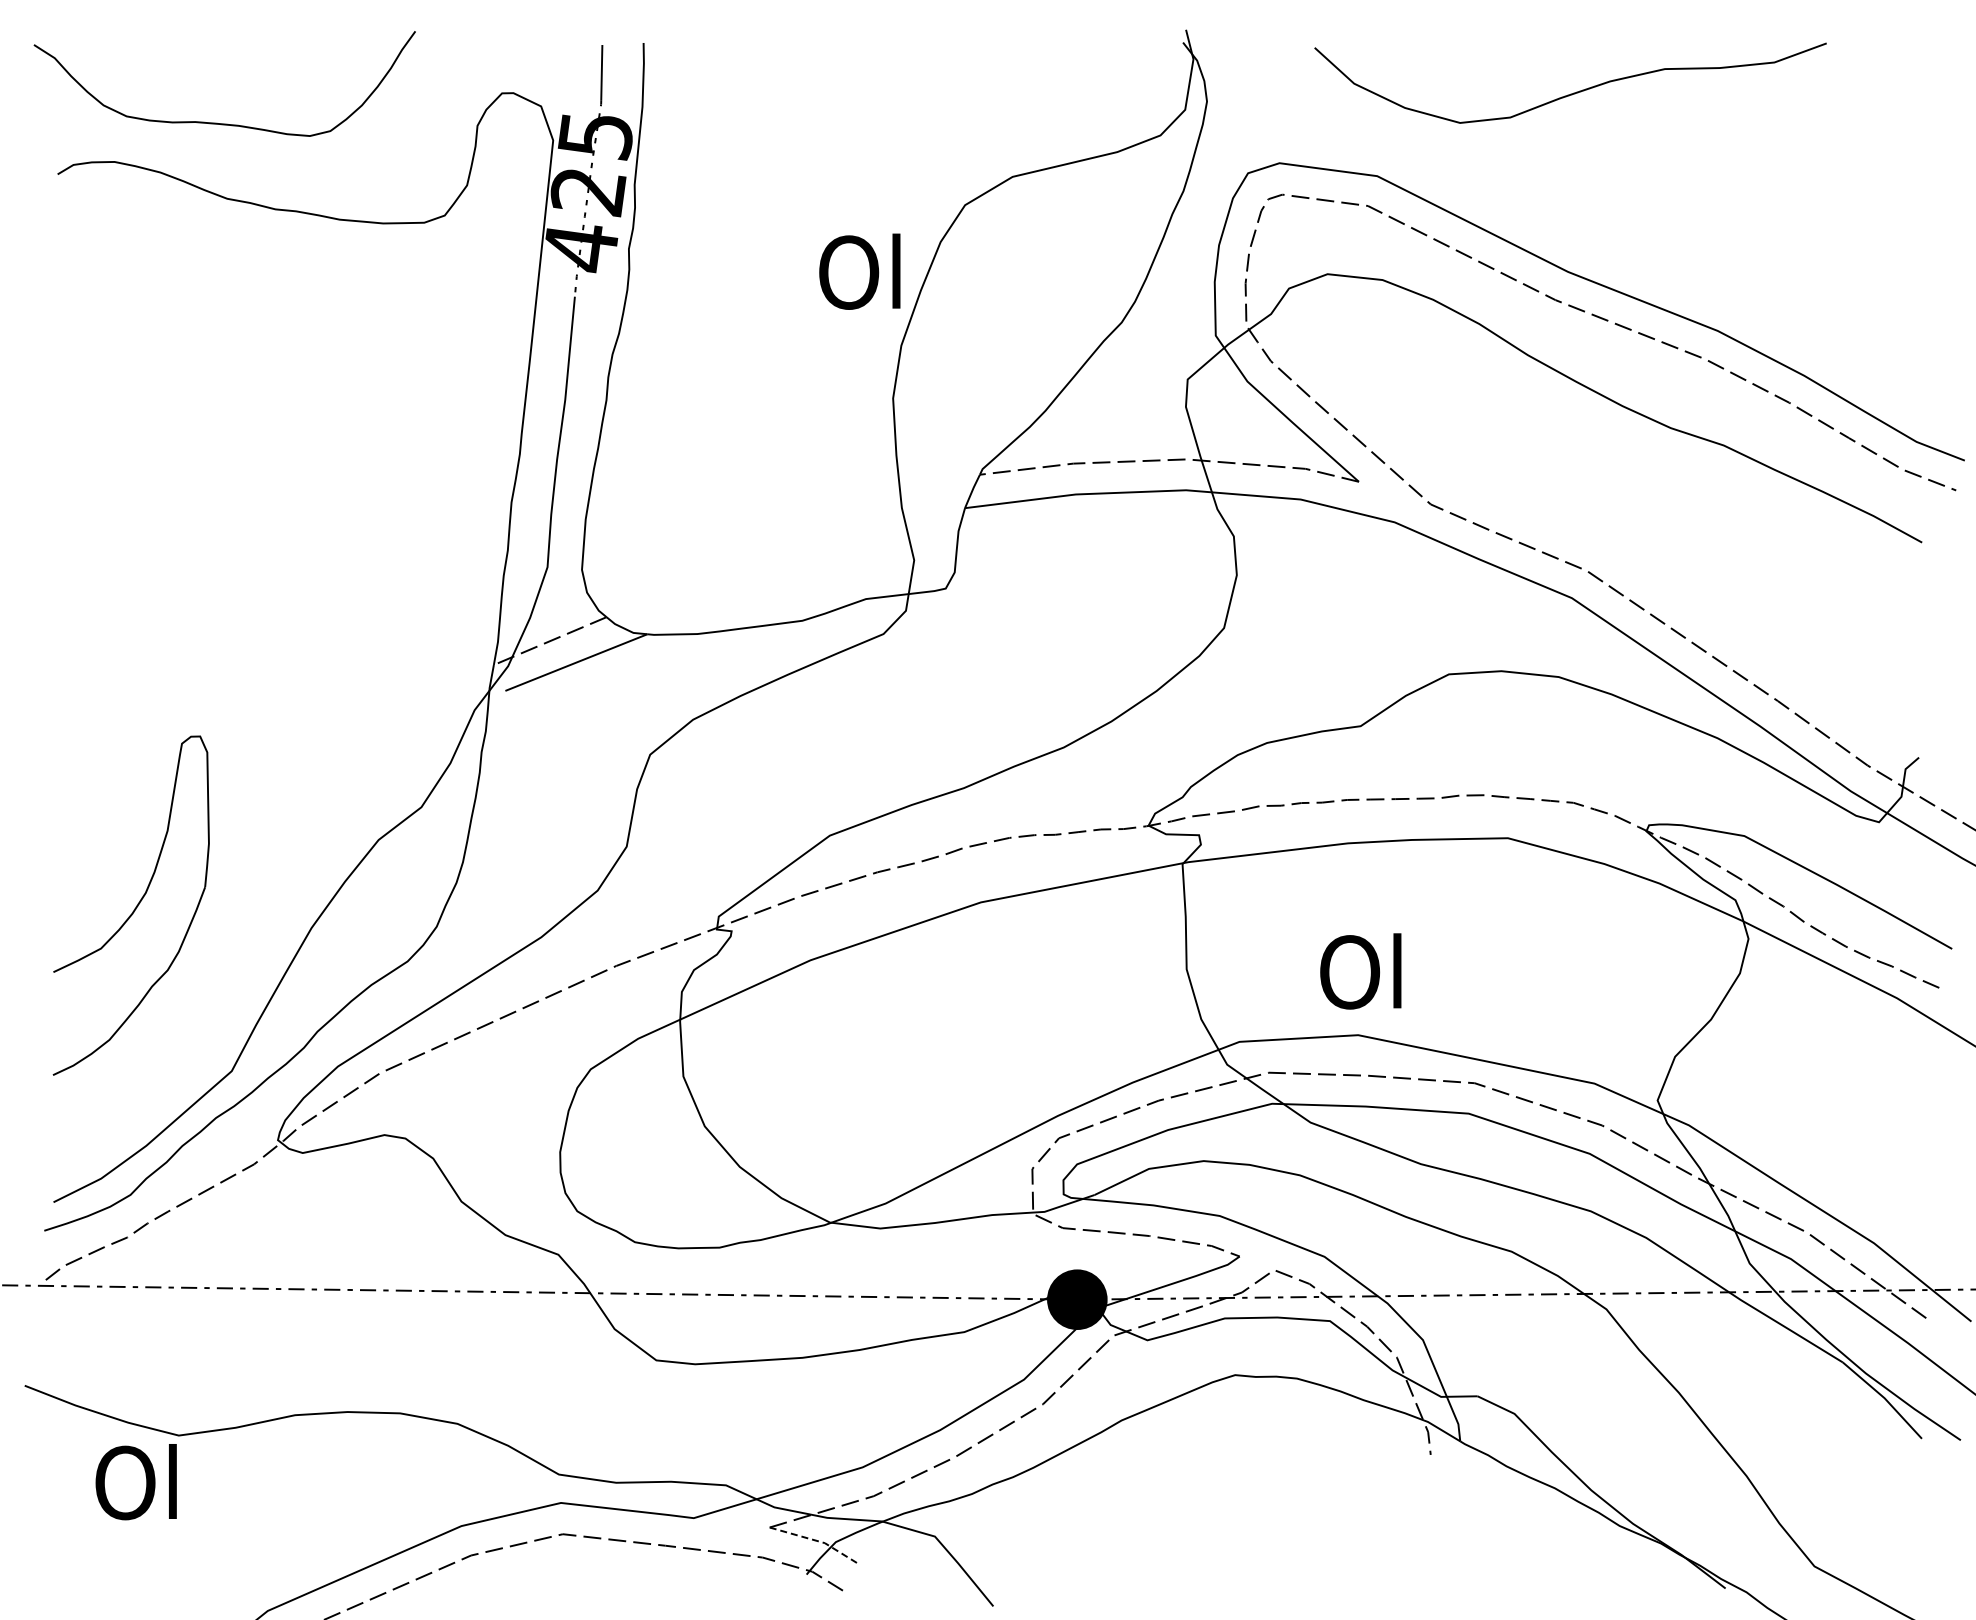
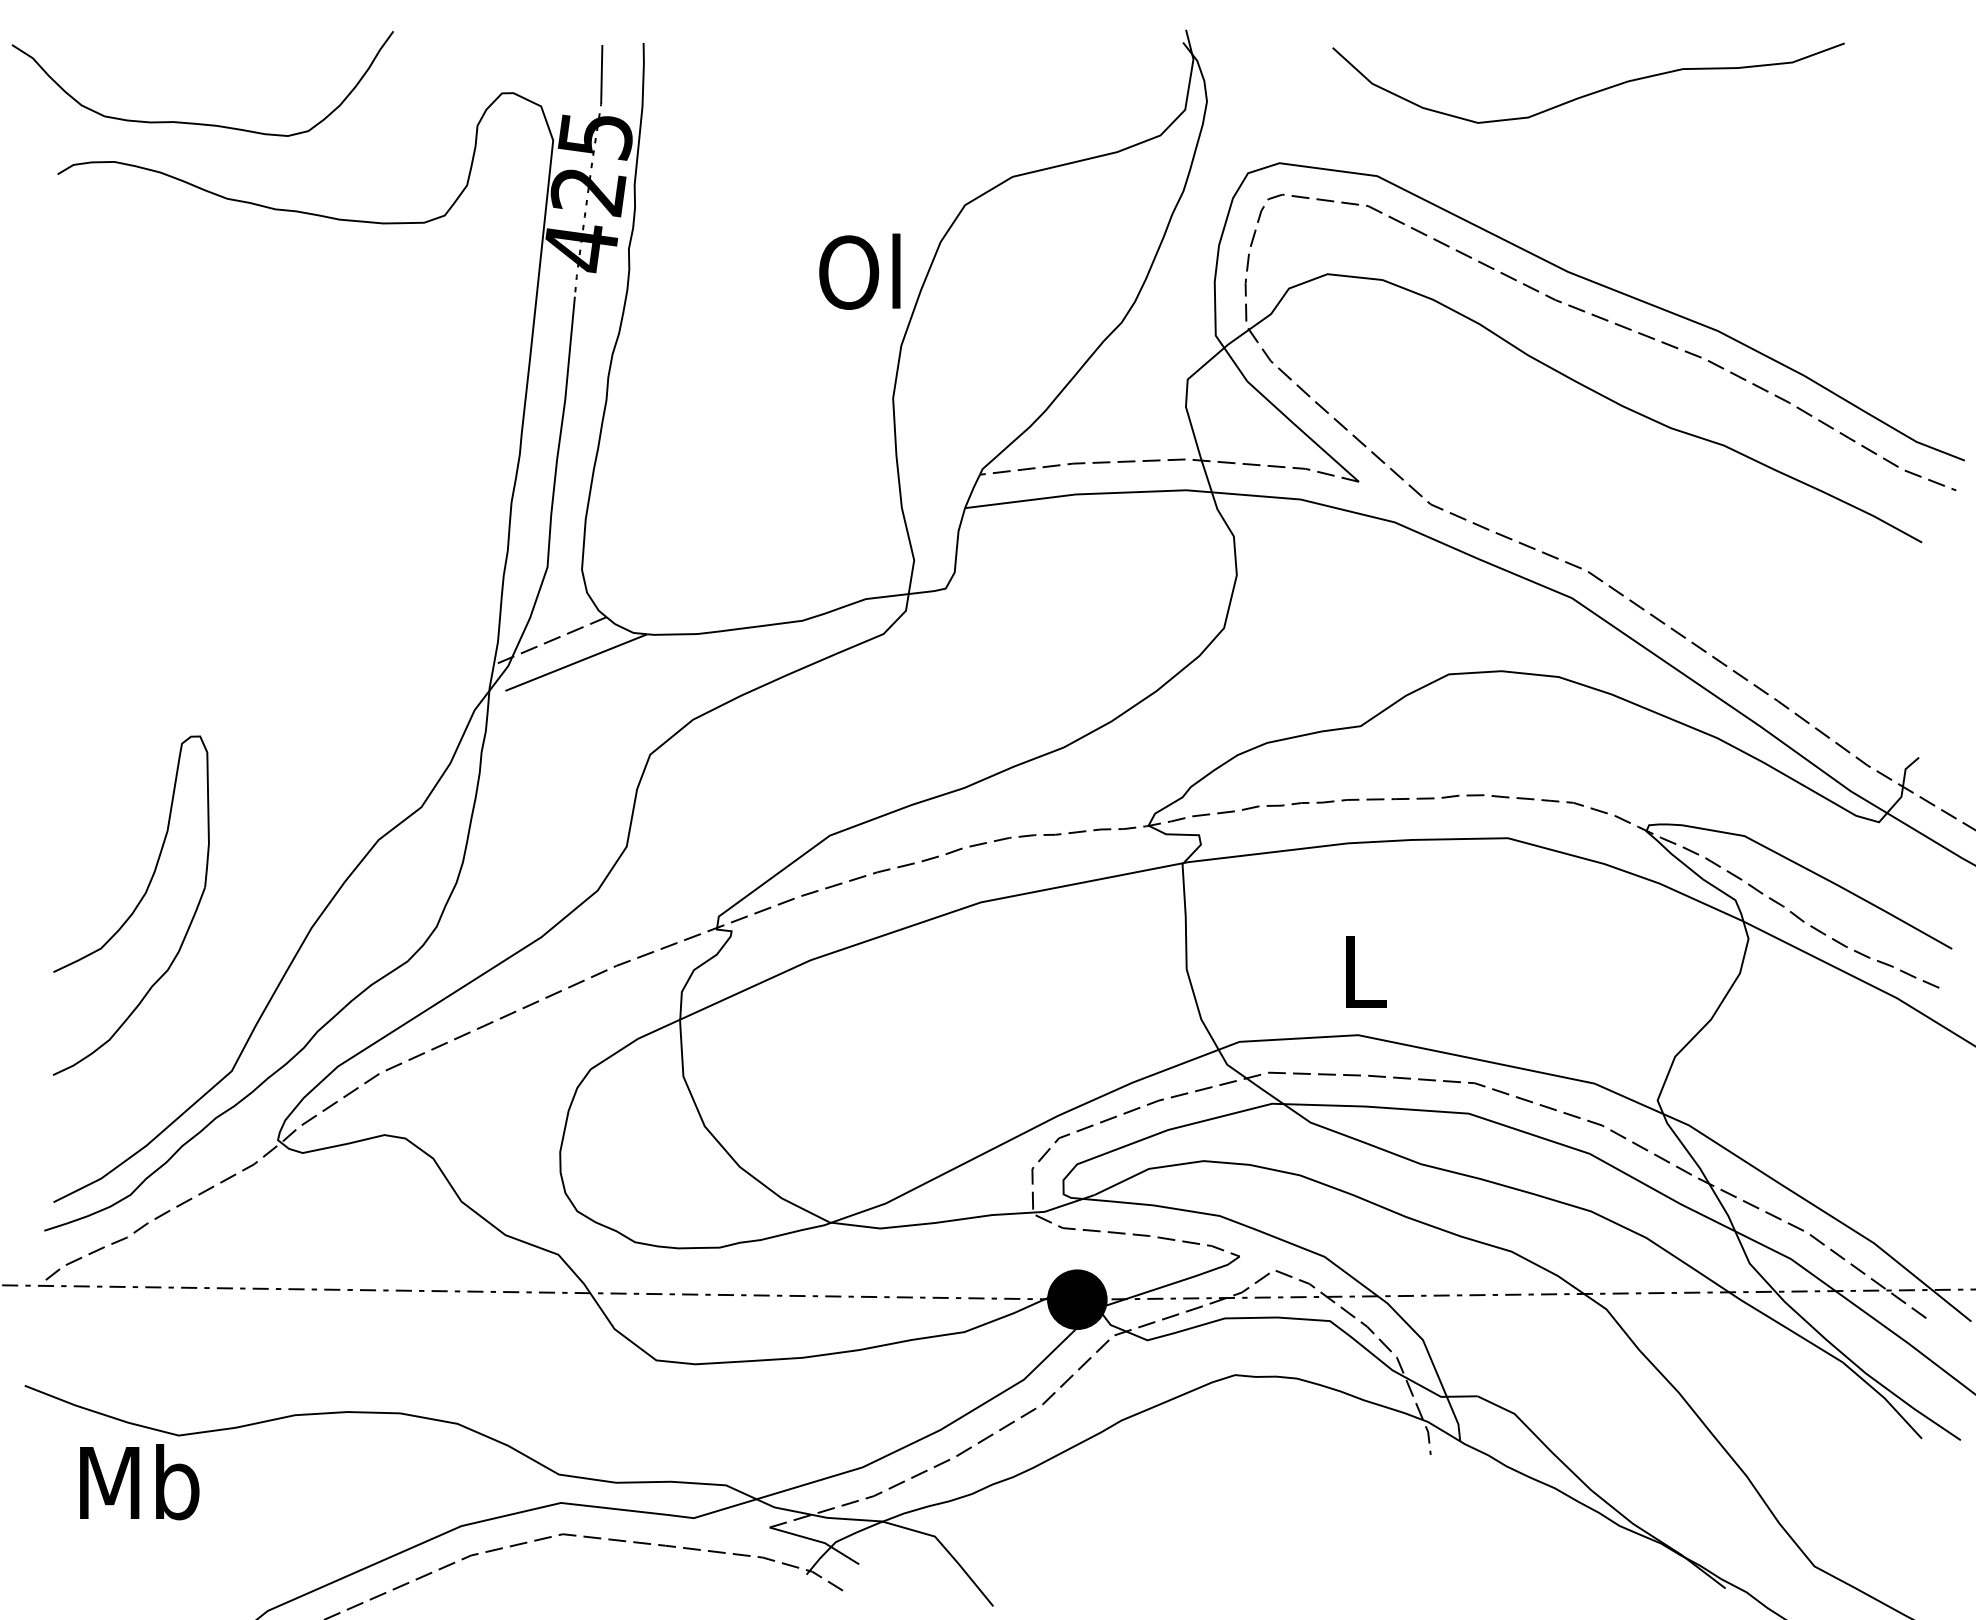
curve at (1573, 92) position: (1573, 92) -> (1591, 92)
curve at (217, 122) position: (217, 122) -> (195, 122)
text at (1360, 971): Ol -> L
text at (139, 1482): Ol -> Mb
line at (817, 1541): dashed -> solid
